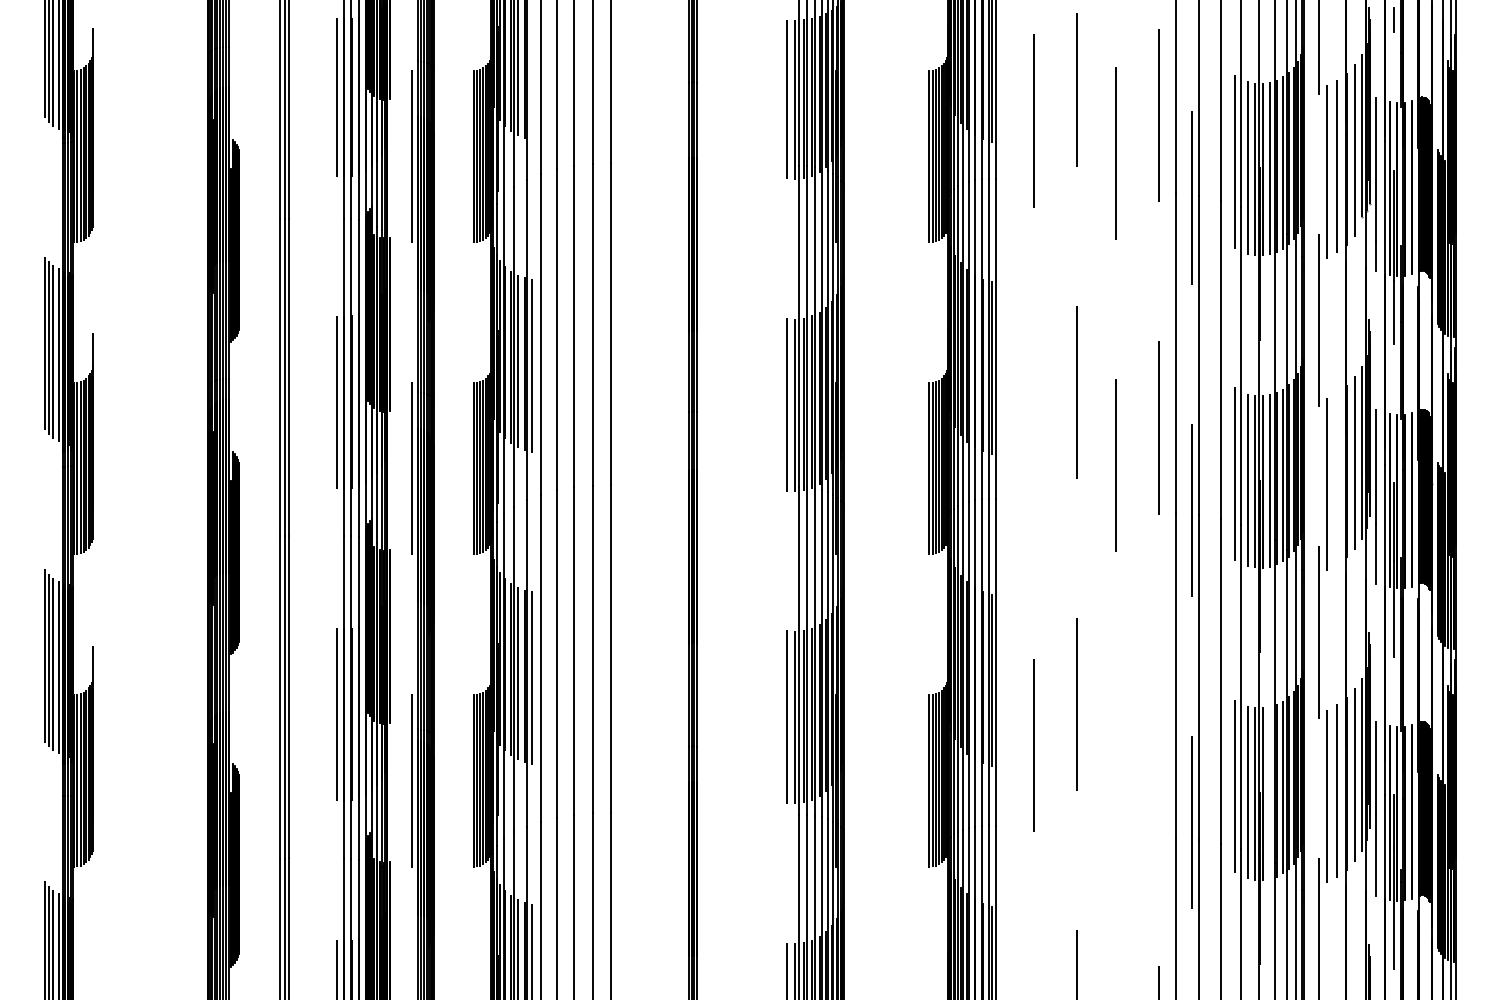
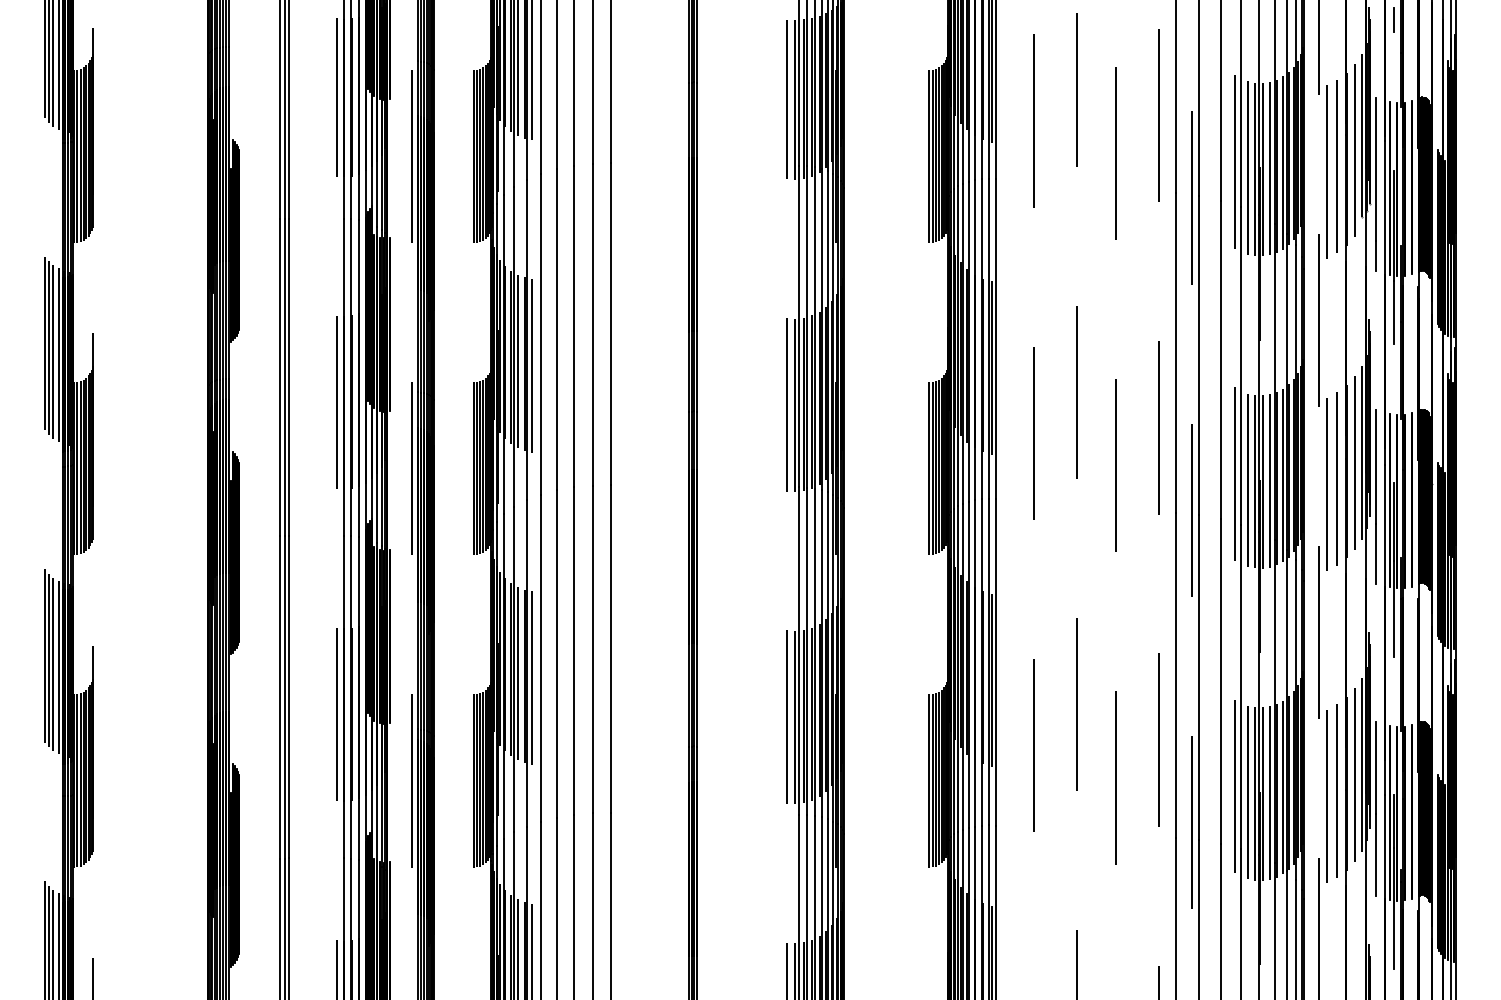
line at (532, 71): none -> present
line at (1033, 433): none -> present
line at (1336, 478): none -> present
line at (1158, 739): none -> present
line at (1116, 777): none -> present
line at (1269, 792): none -> present
line at (92, 976): none -> present
